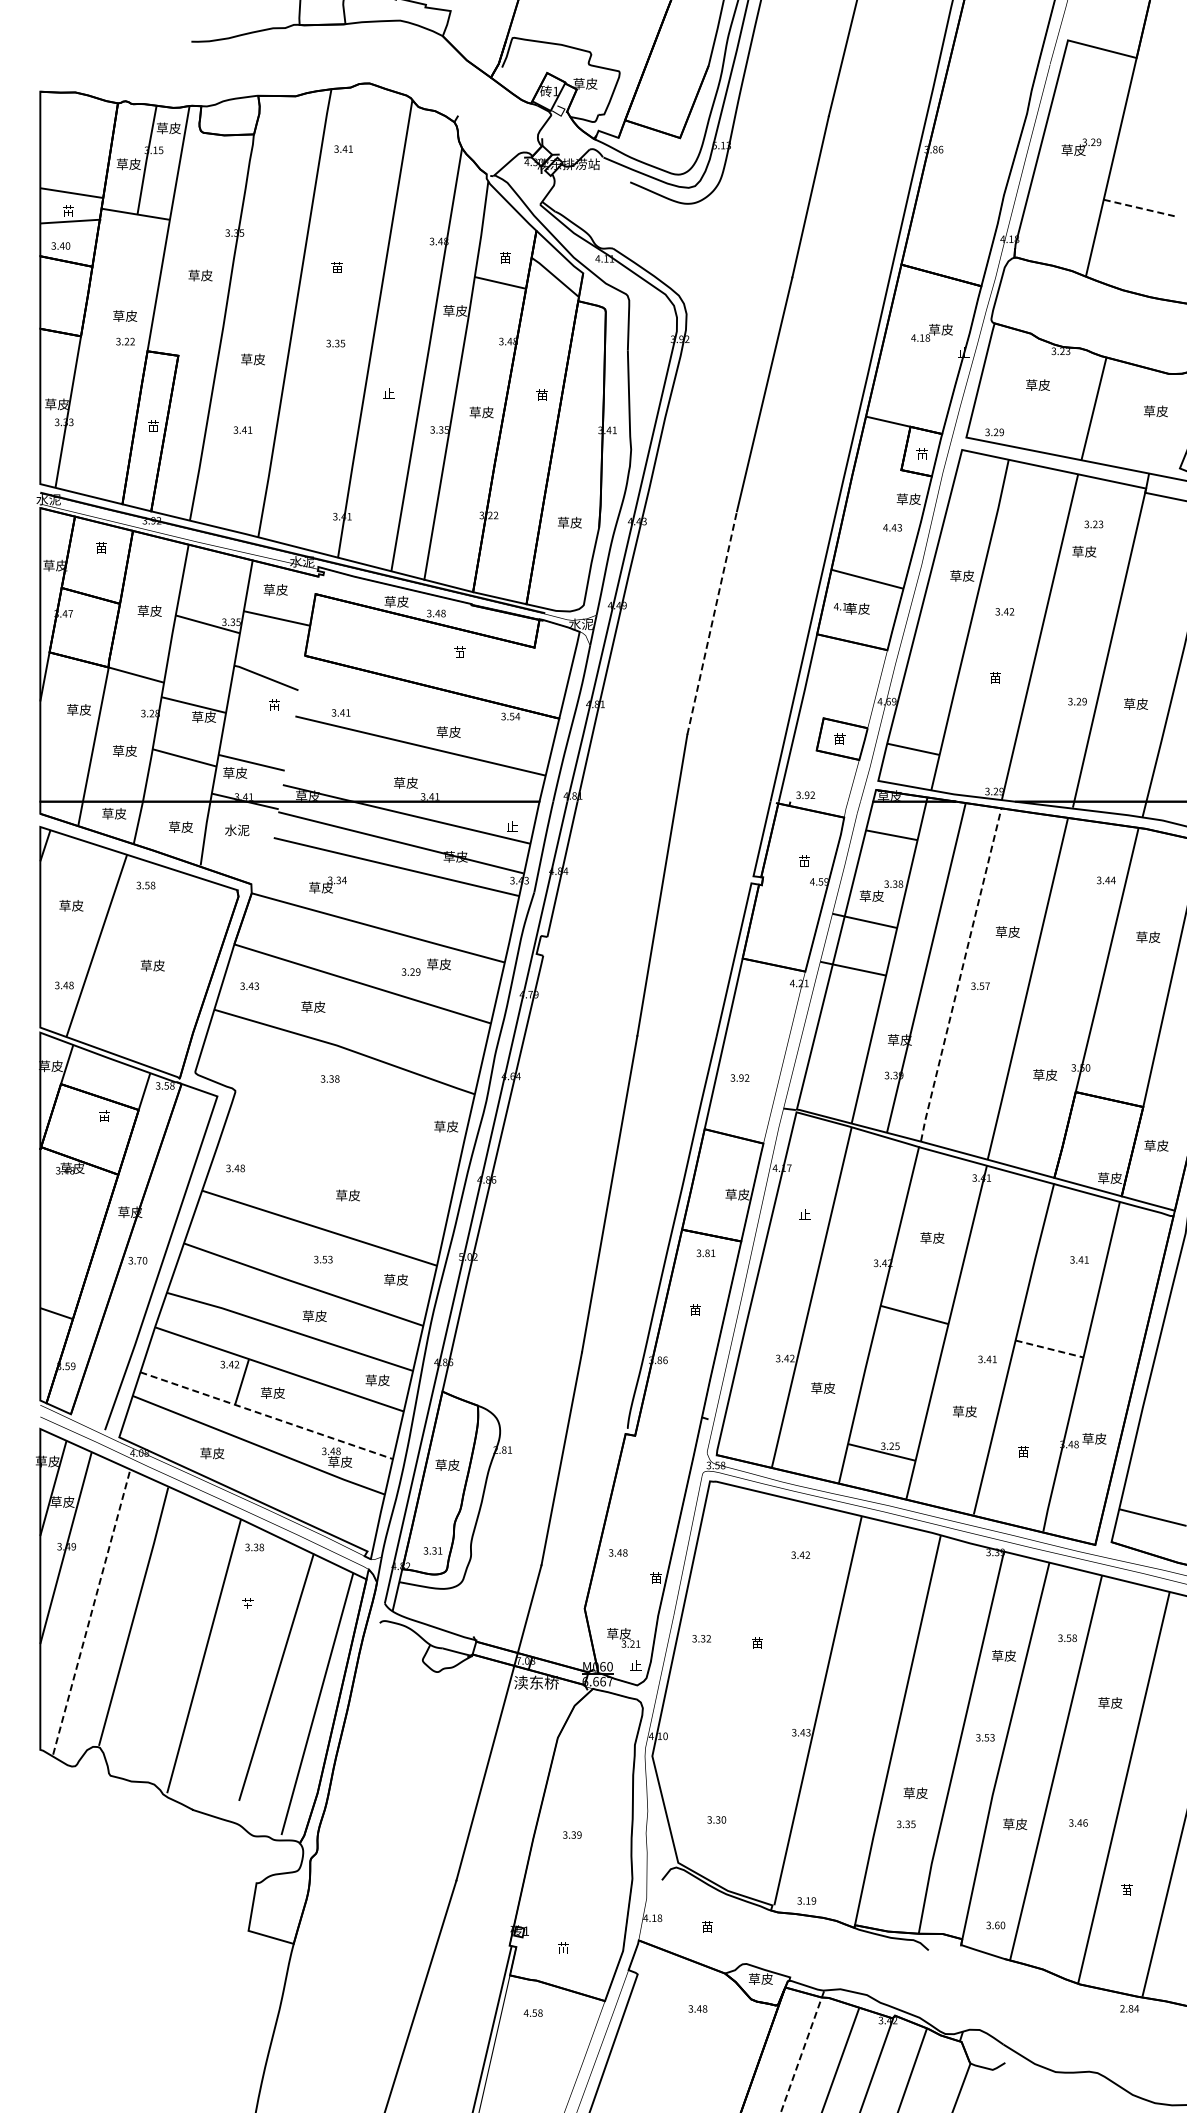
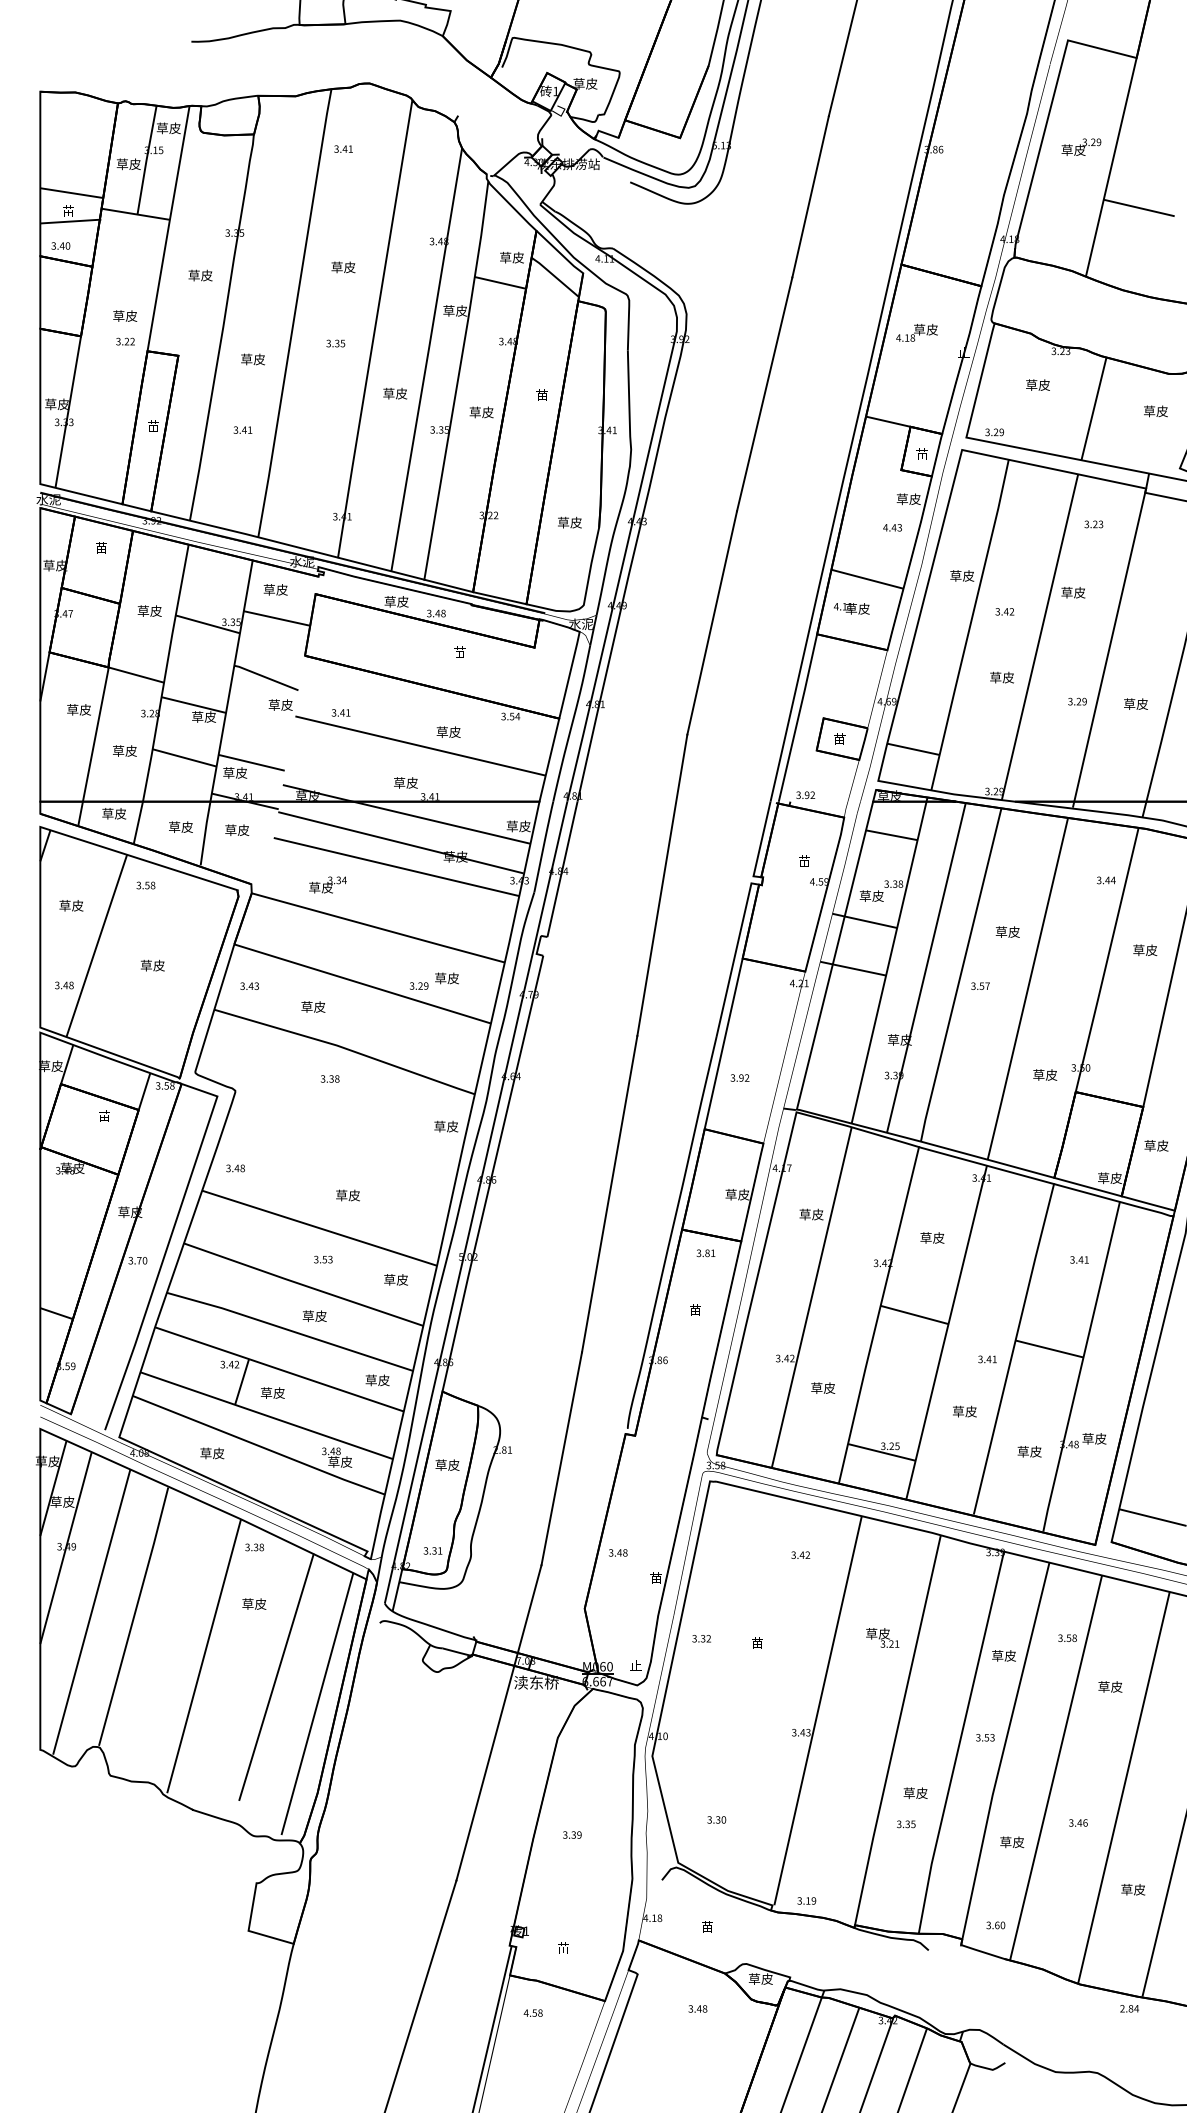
line at (1139, 208): dashed -> solid
text at (511, 257): 苗 -> 草皮
text at (343, 267): 苗 -> 草皮
text at (931, 332) position: (931, 332) -> (916, 332)
text at (395, 393): 止 -> 草皮
text at (1084, 551) position: (1084, 551) -> (1073, 592)
line at (712, 622): dashed -> solid
text at (1002, 677): 苗 -> 草皮
text at (280, 704): 苗 -> 草皮
text at (518, 826): 止 -> 草皮
text at (237, 830): 水泥 -> 草皮
text at (1148, 936) position: (1148, 936) -> (1145, 949)
text at (425, 966) position: (425, 966) -> (433, 980)
line at (960, 975): dashed -> solid
text at (811, 1214): 止 -> 草皮
line at (1049, 1349): dashed -> solid
line at (266, 1415): dashed -> solid
text at (1029, 1451): 苗 -> 草皮
text at (254, 1603): 苗 -> 草皮
line at (91, 1612): dashed -> solid
text at (623, 1637) position: (623, 1637) -> (882, 1637)
text at (1110, 1702) position: (1110, 1702) -> (1110, 1686)
text at (1015, 1824) position: (1015, 1824) -> (1012, 1842)
text at (1133, 1889): 苗 -> 草皮
line at (802, 2051): dashed -> solid
